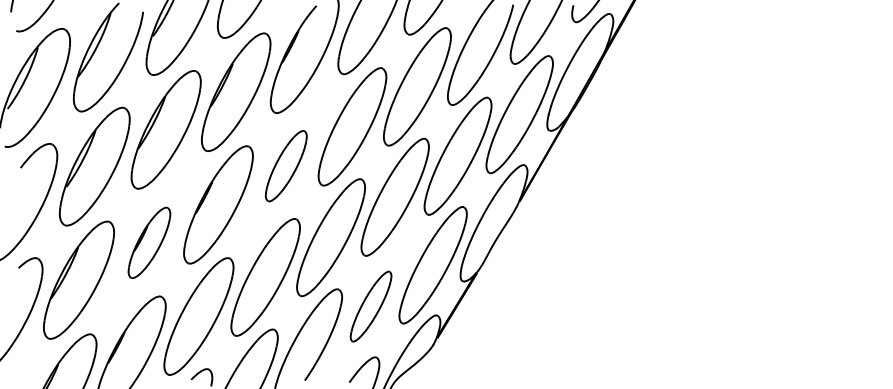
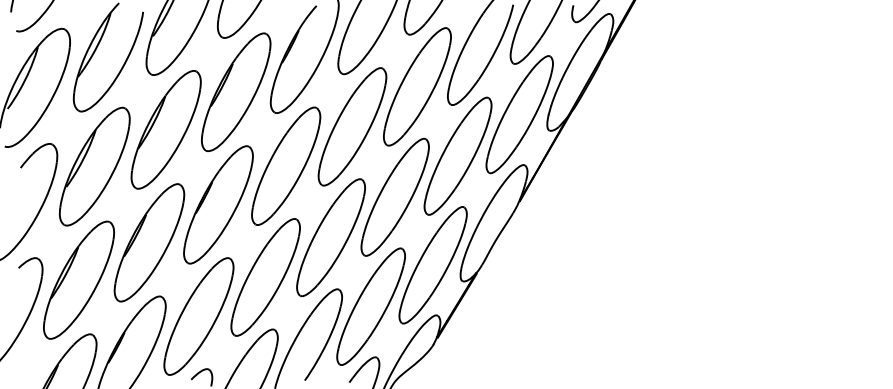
part at (285, 166) size: 44x73 px -> 71x120 px
part at (149, 242) size: 45x73 px -> 73x120 px
part at (370, 306) size: 44x73 px -> 70x119 px
